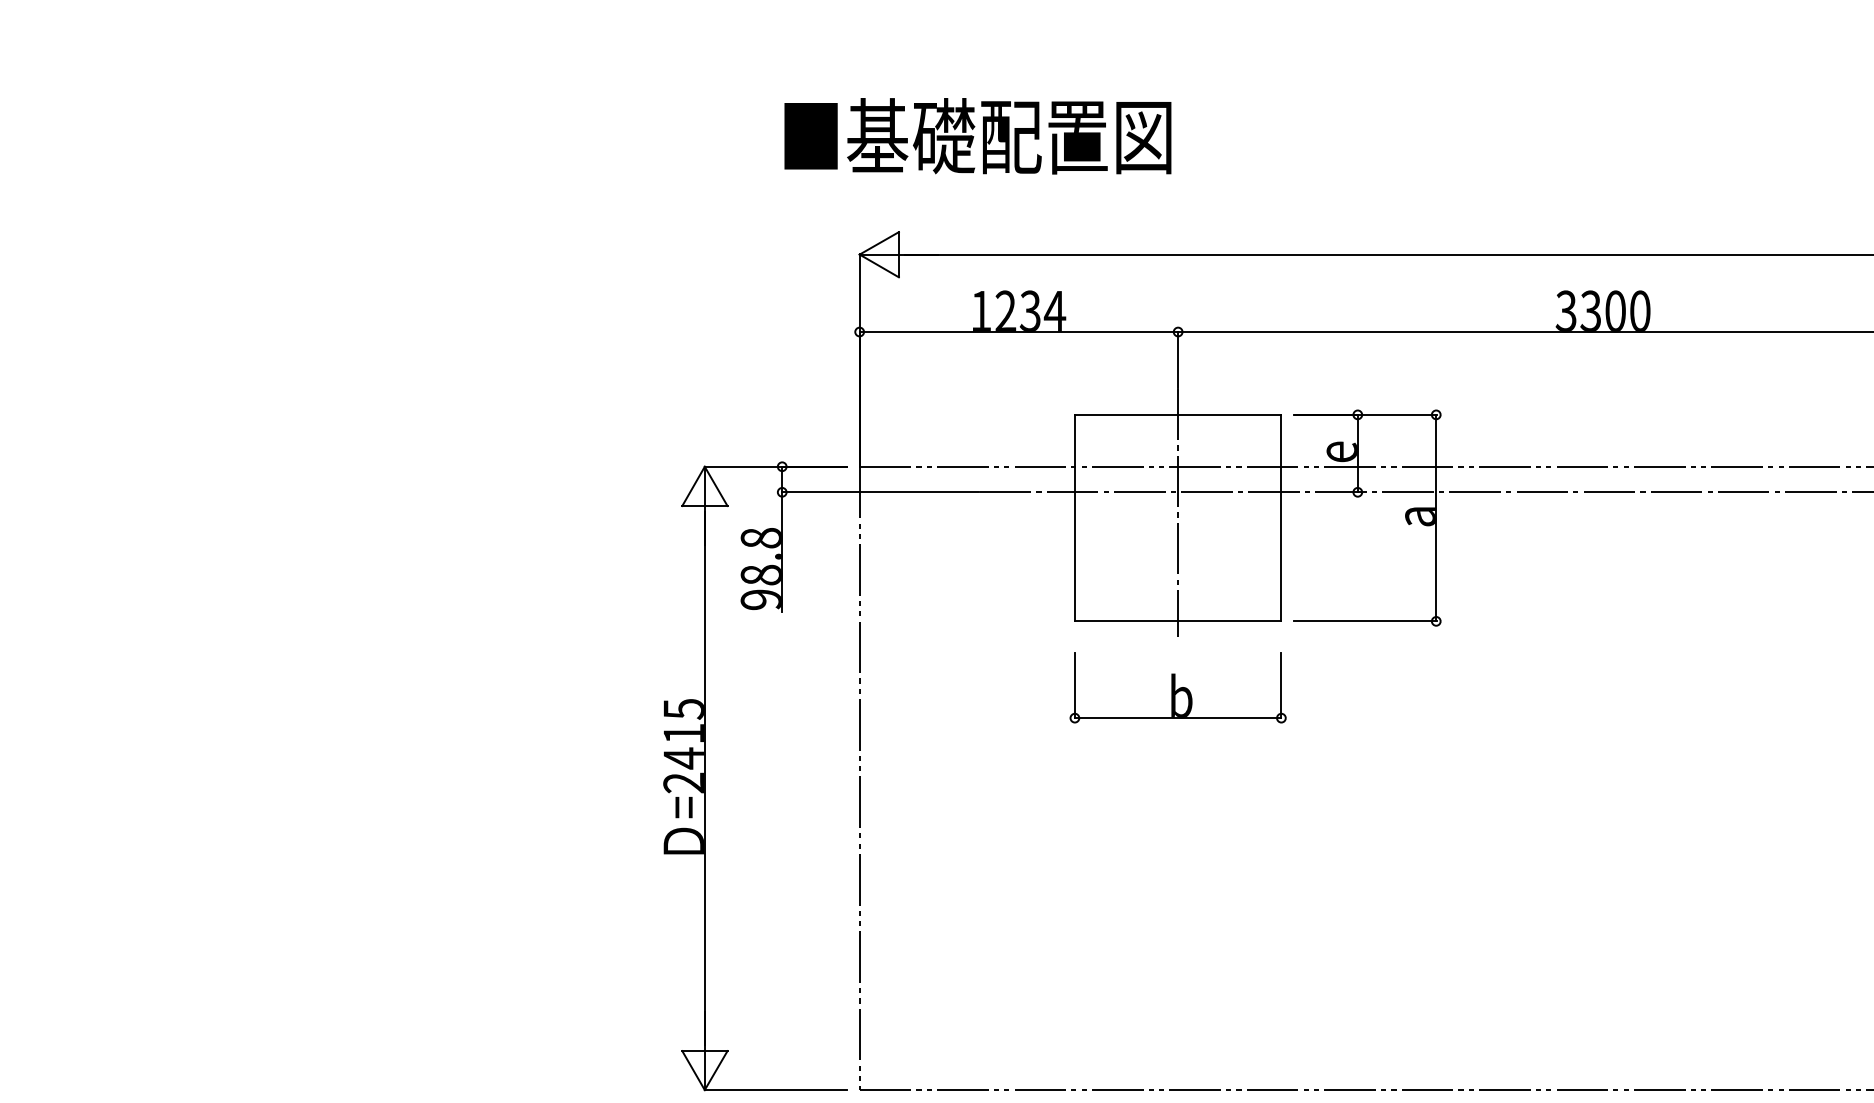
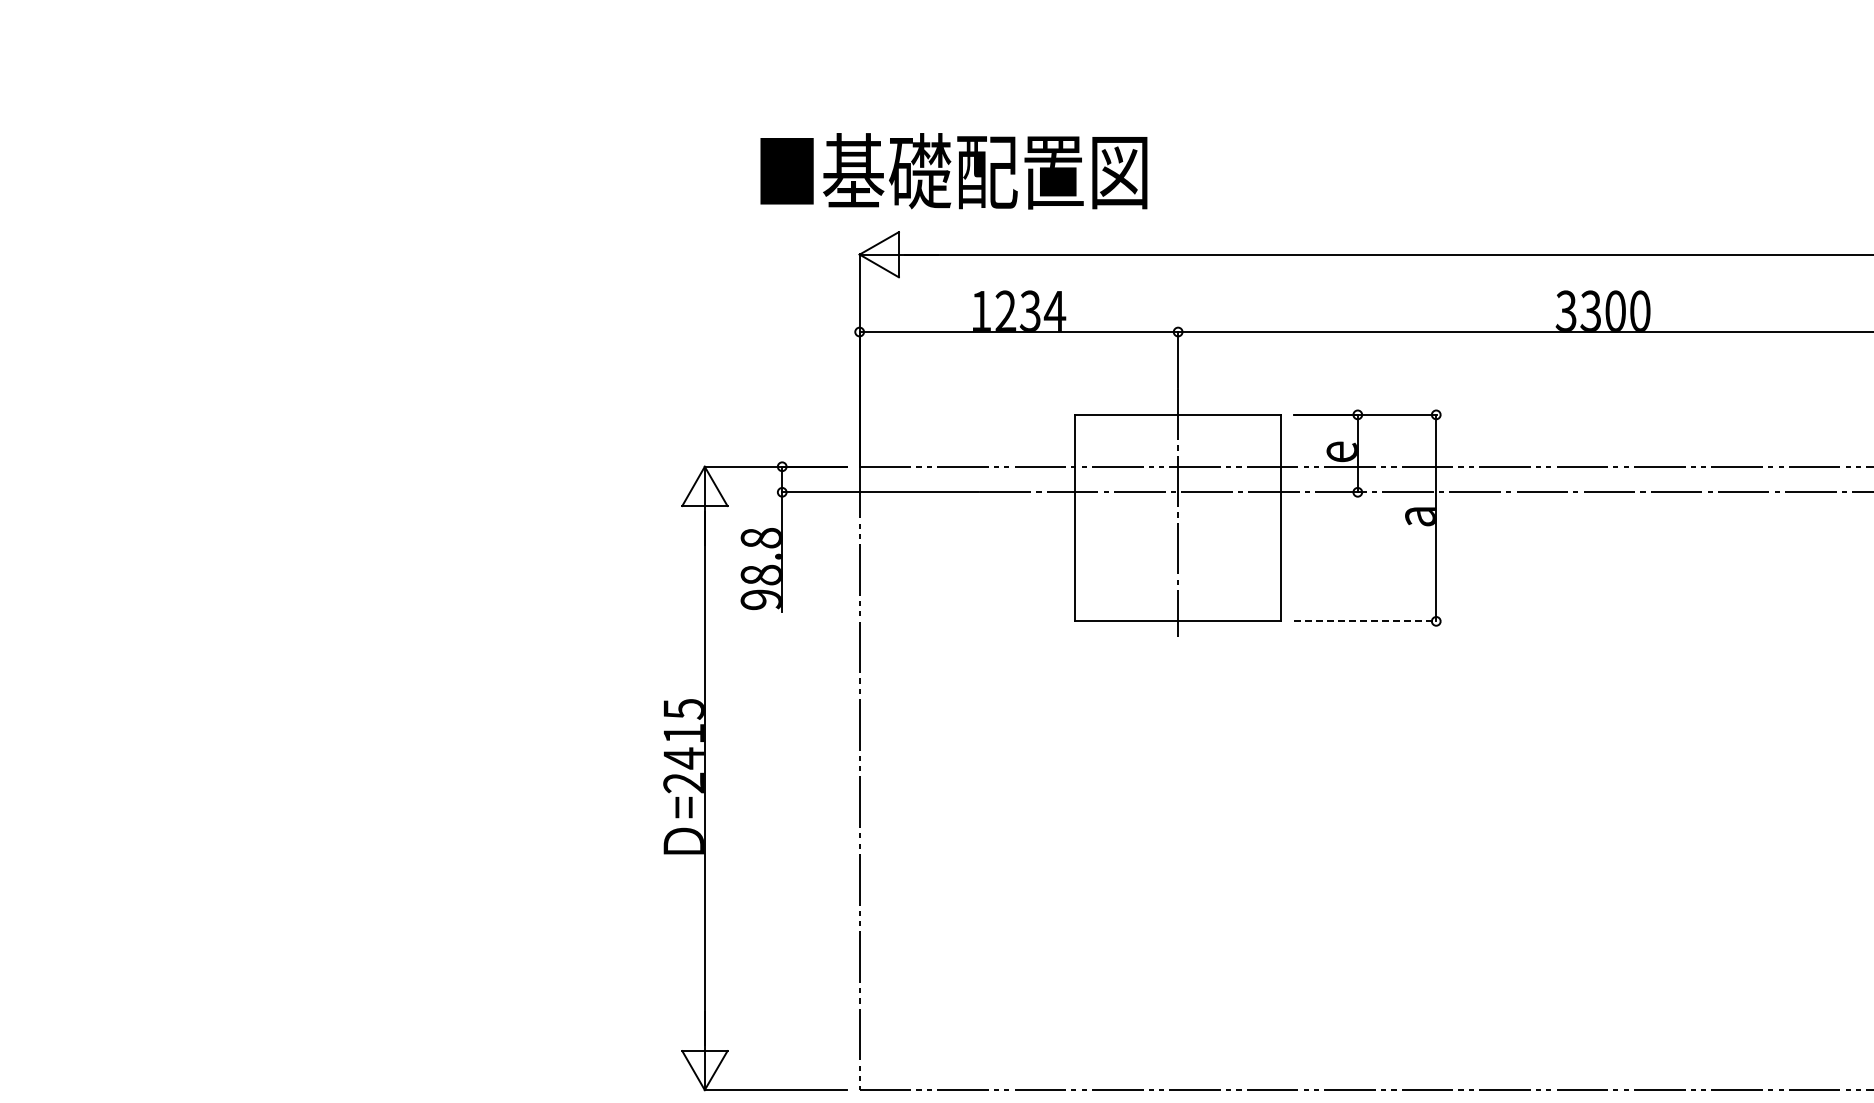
text at (977, 136) position: (977, 136) -> (953, 171)
line at (1365, 621): solid -> dashed
part at (1177, 687): present -> none
